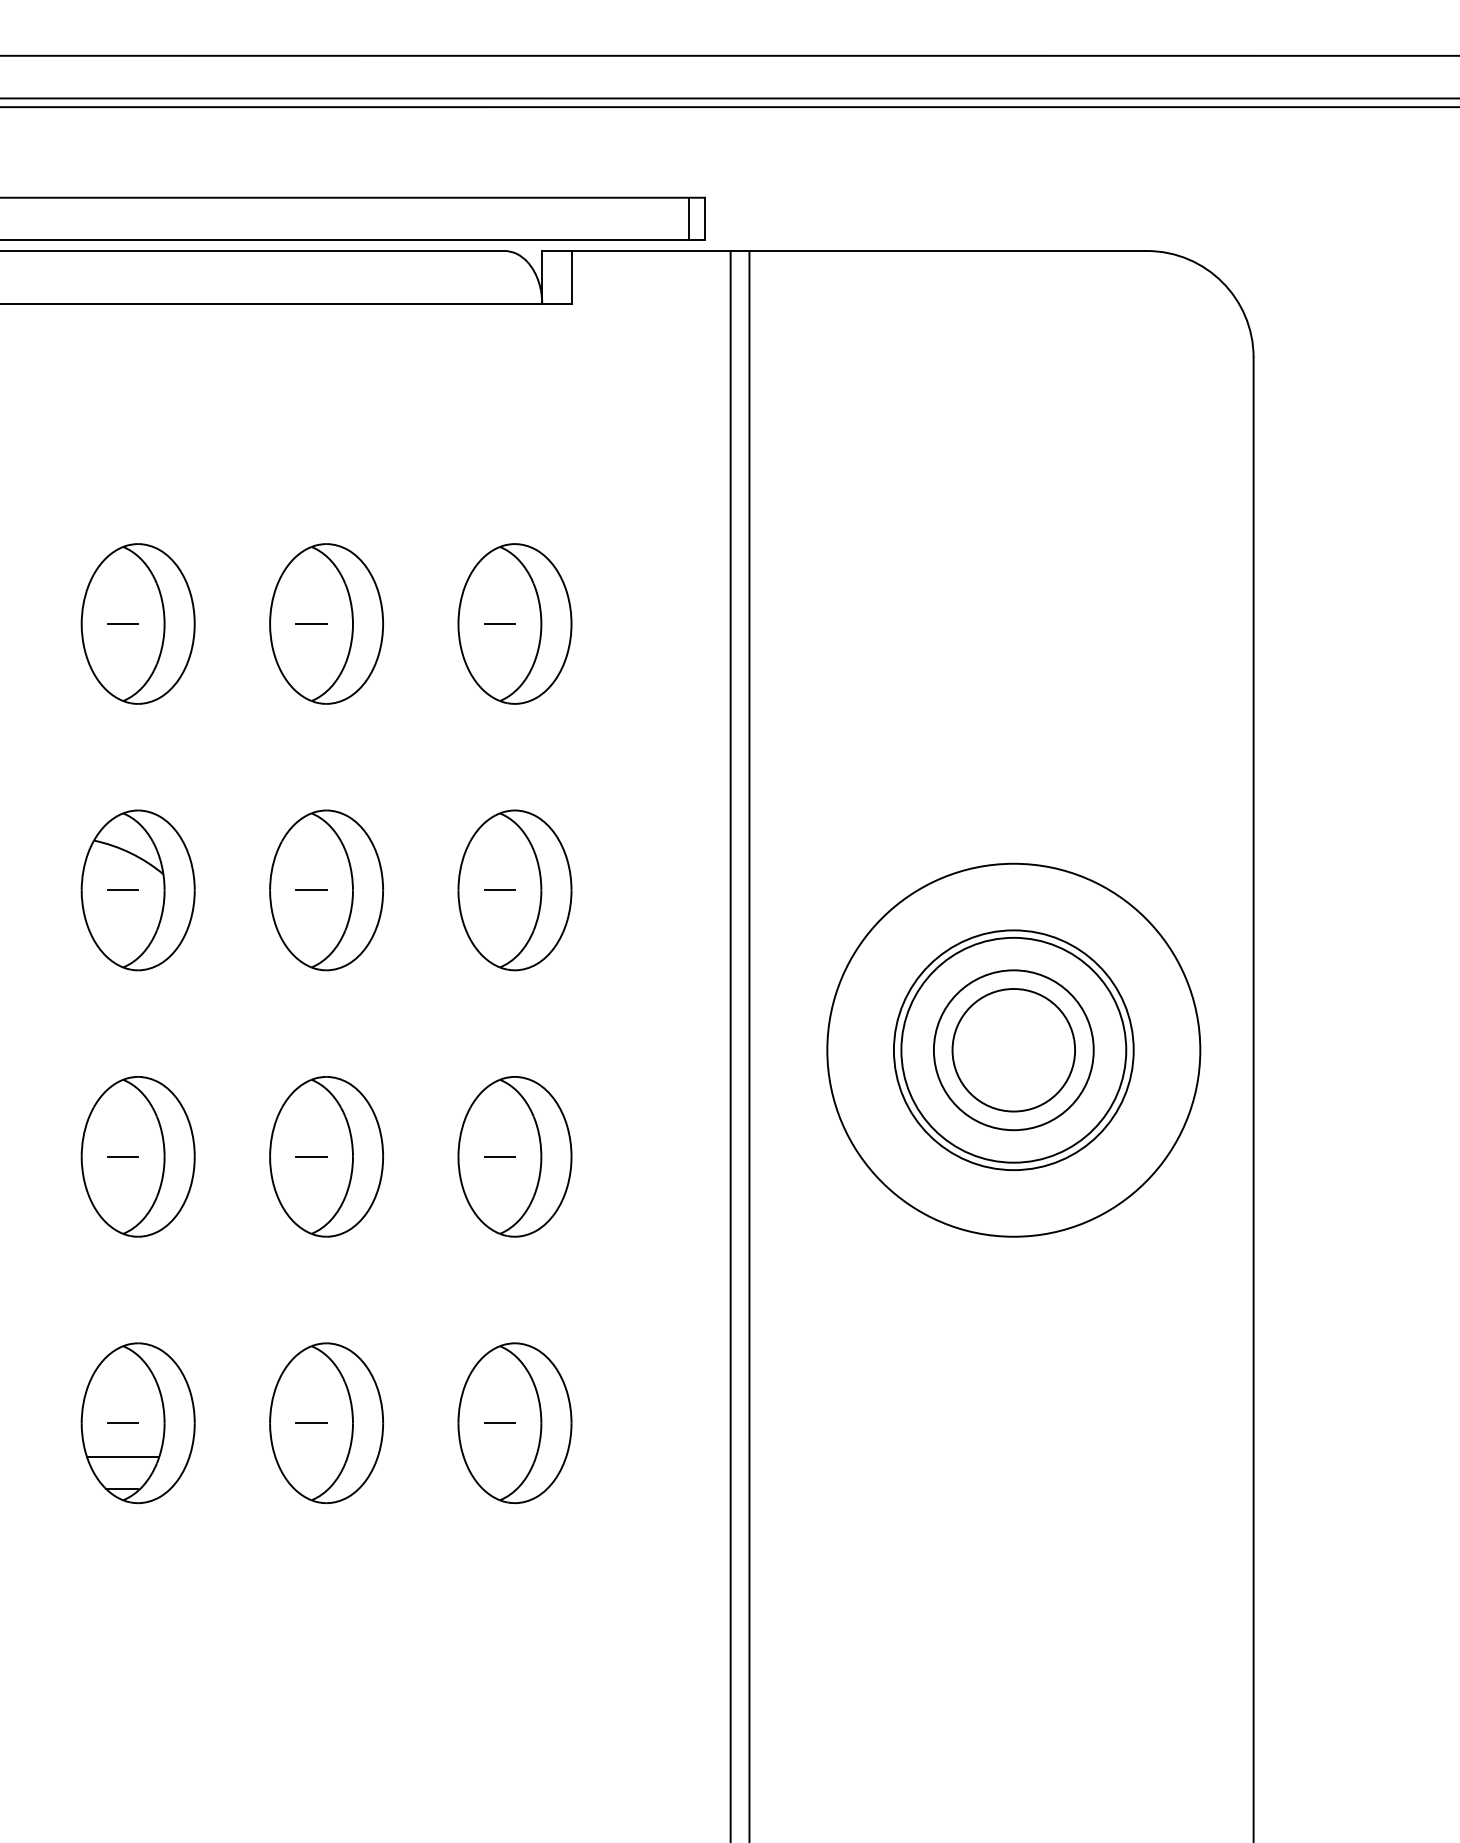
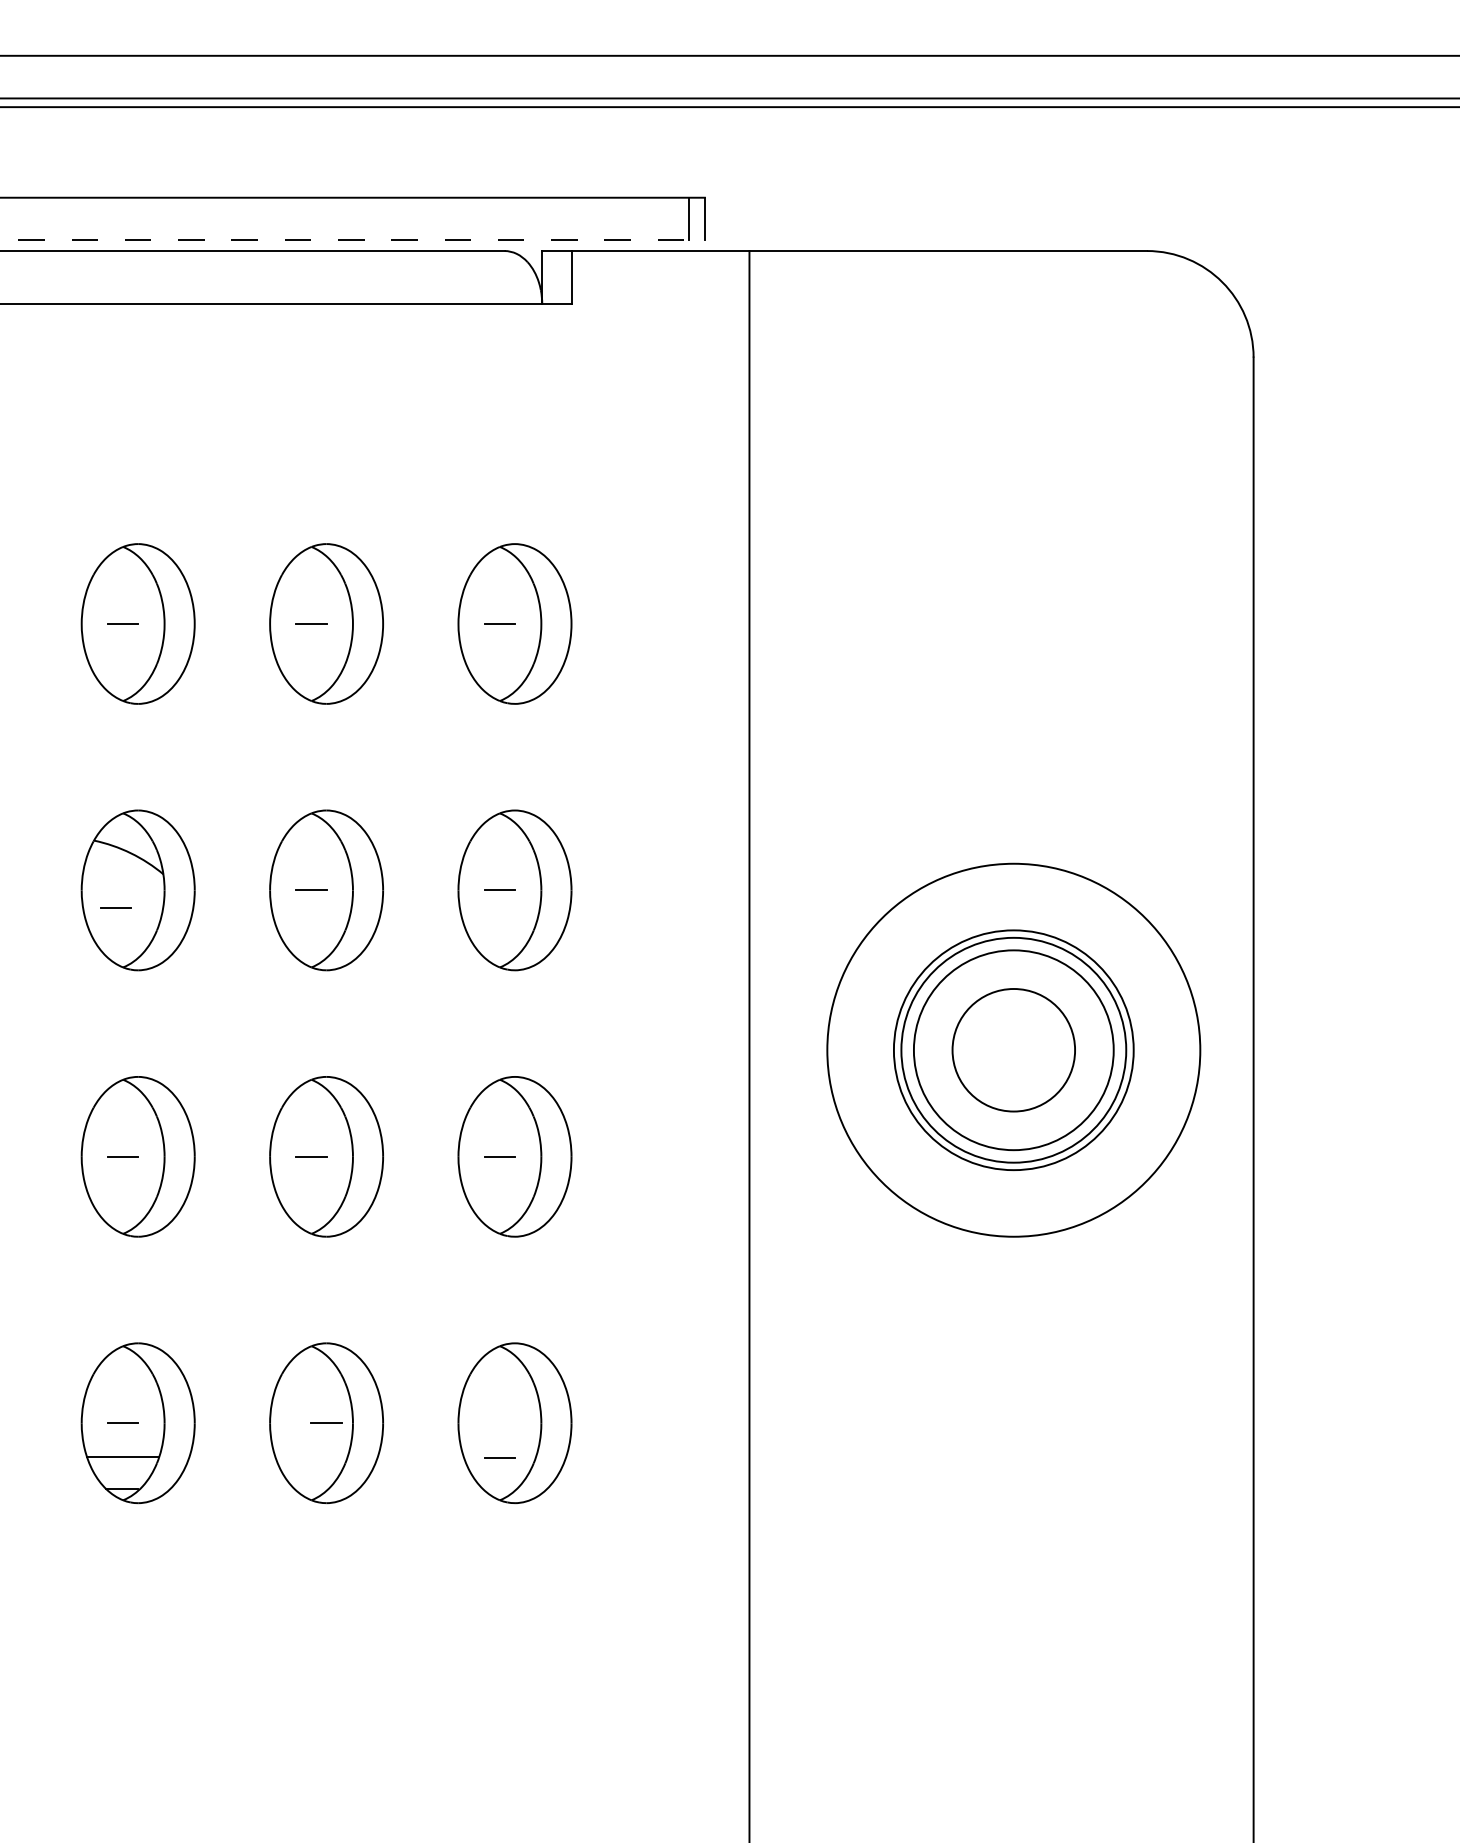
line at (353, 240): solid -> dashed
line at (122, 889) position: (122, 889) -> (115, 907)
line at (730, 1045): present -> none
circle at (1013, 1050) diameter: 160 px -> 200 px
line at (311, 1422) position: (311, 1422) -> (326, 1422)
line at (499, 1422) position: (499, 1422) -> (499, 1457)
